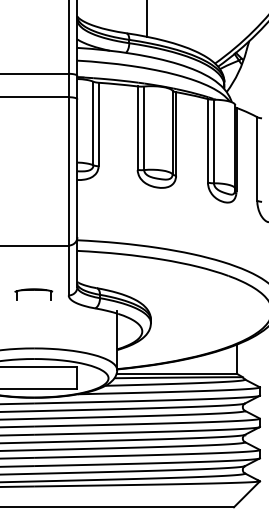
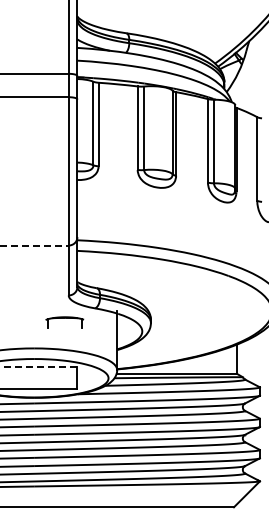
line at (146, 19): present -> none
line at (35, 245): solid -> dashed
part at (33, 294) position: (33, 294) -> (64, 322)
line at (38, 366): solid -> dashed
